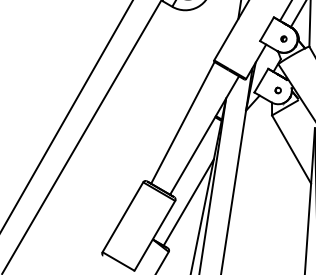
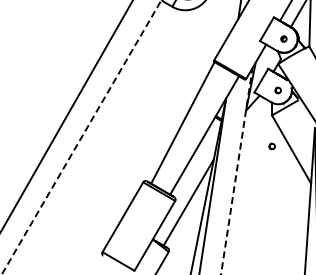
line at (81, 136): solid -> dashed
part at (271, 146): none -> present
line at (236, 171): solid -> dashed
